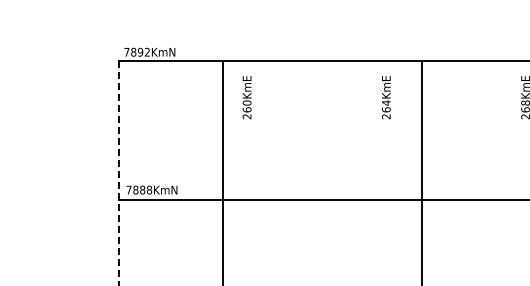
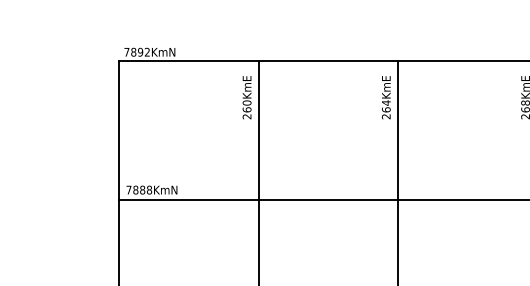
line at (222, 171) position: (222, 171) -> (258, 171)
line at (421, 171) position: (421, 171) -> (397, 171)
line at (119, 173): dashed -> solid
